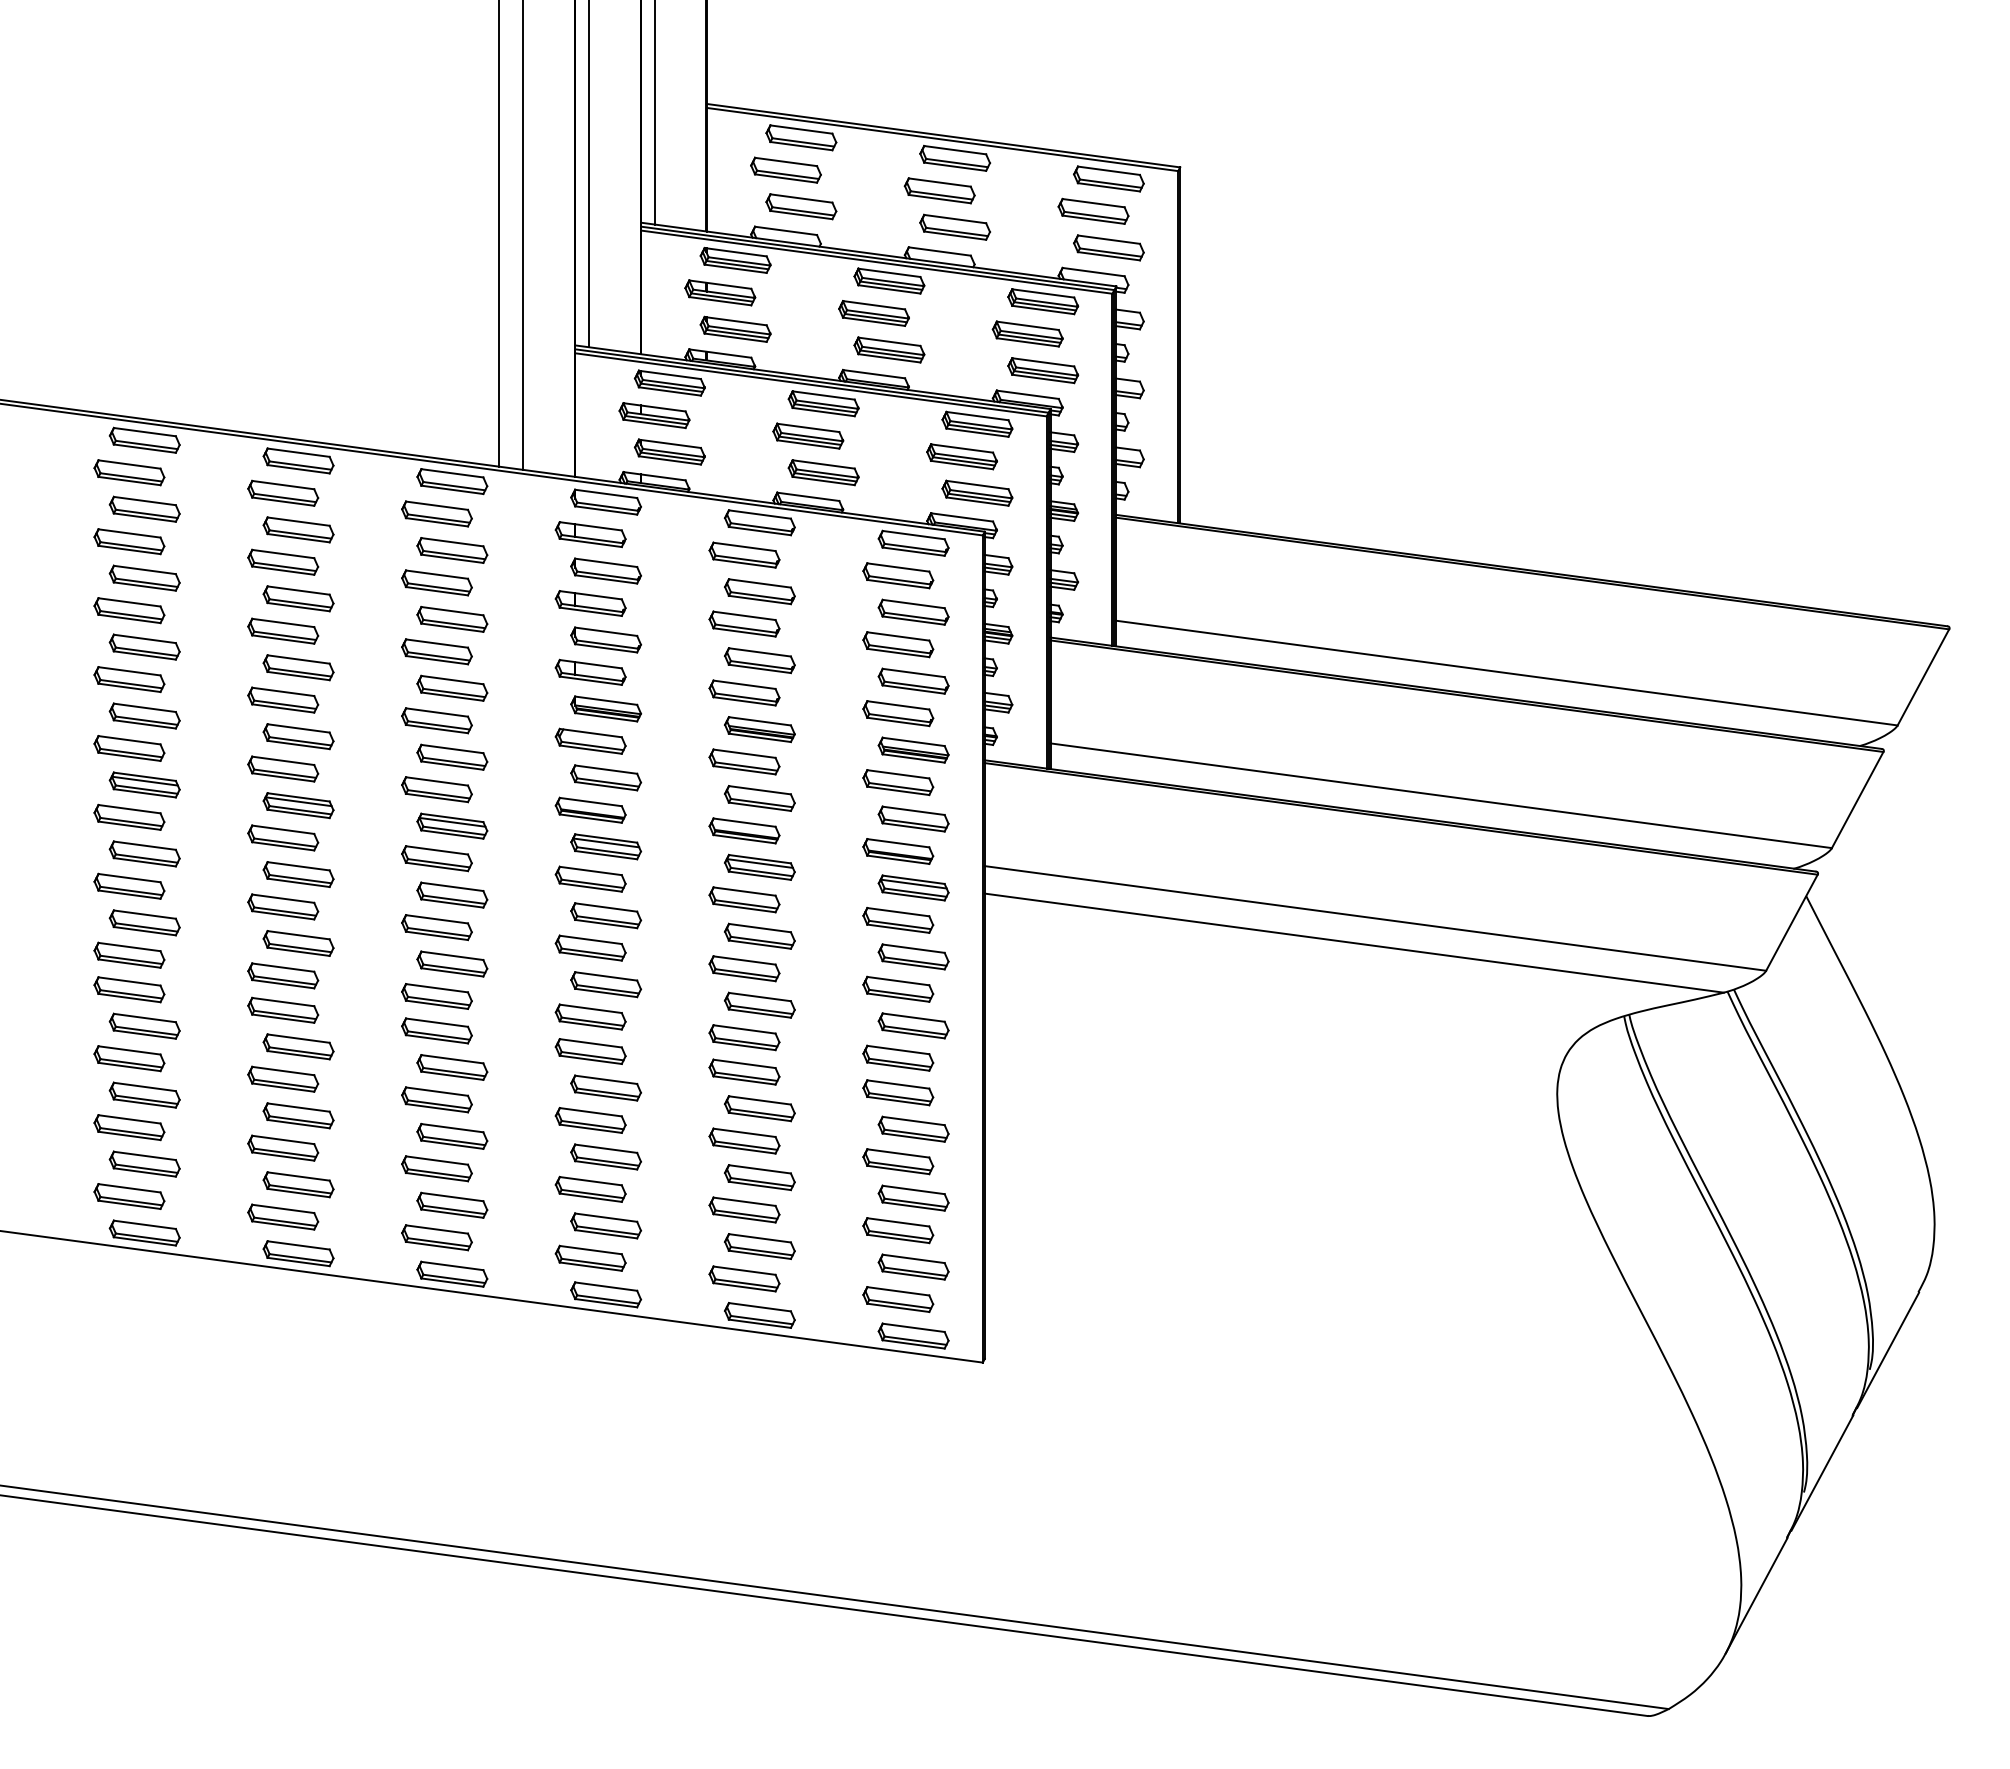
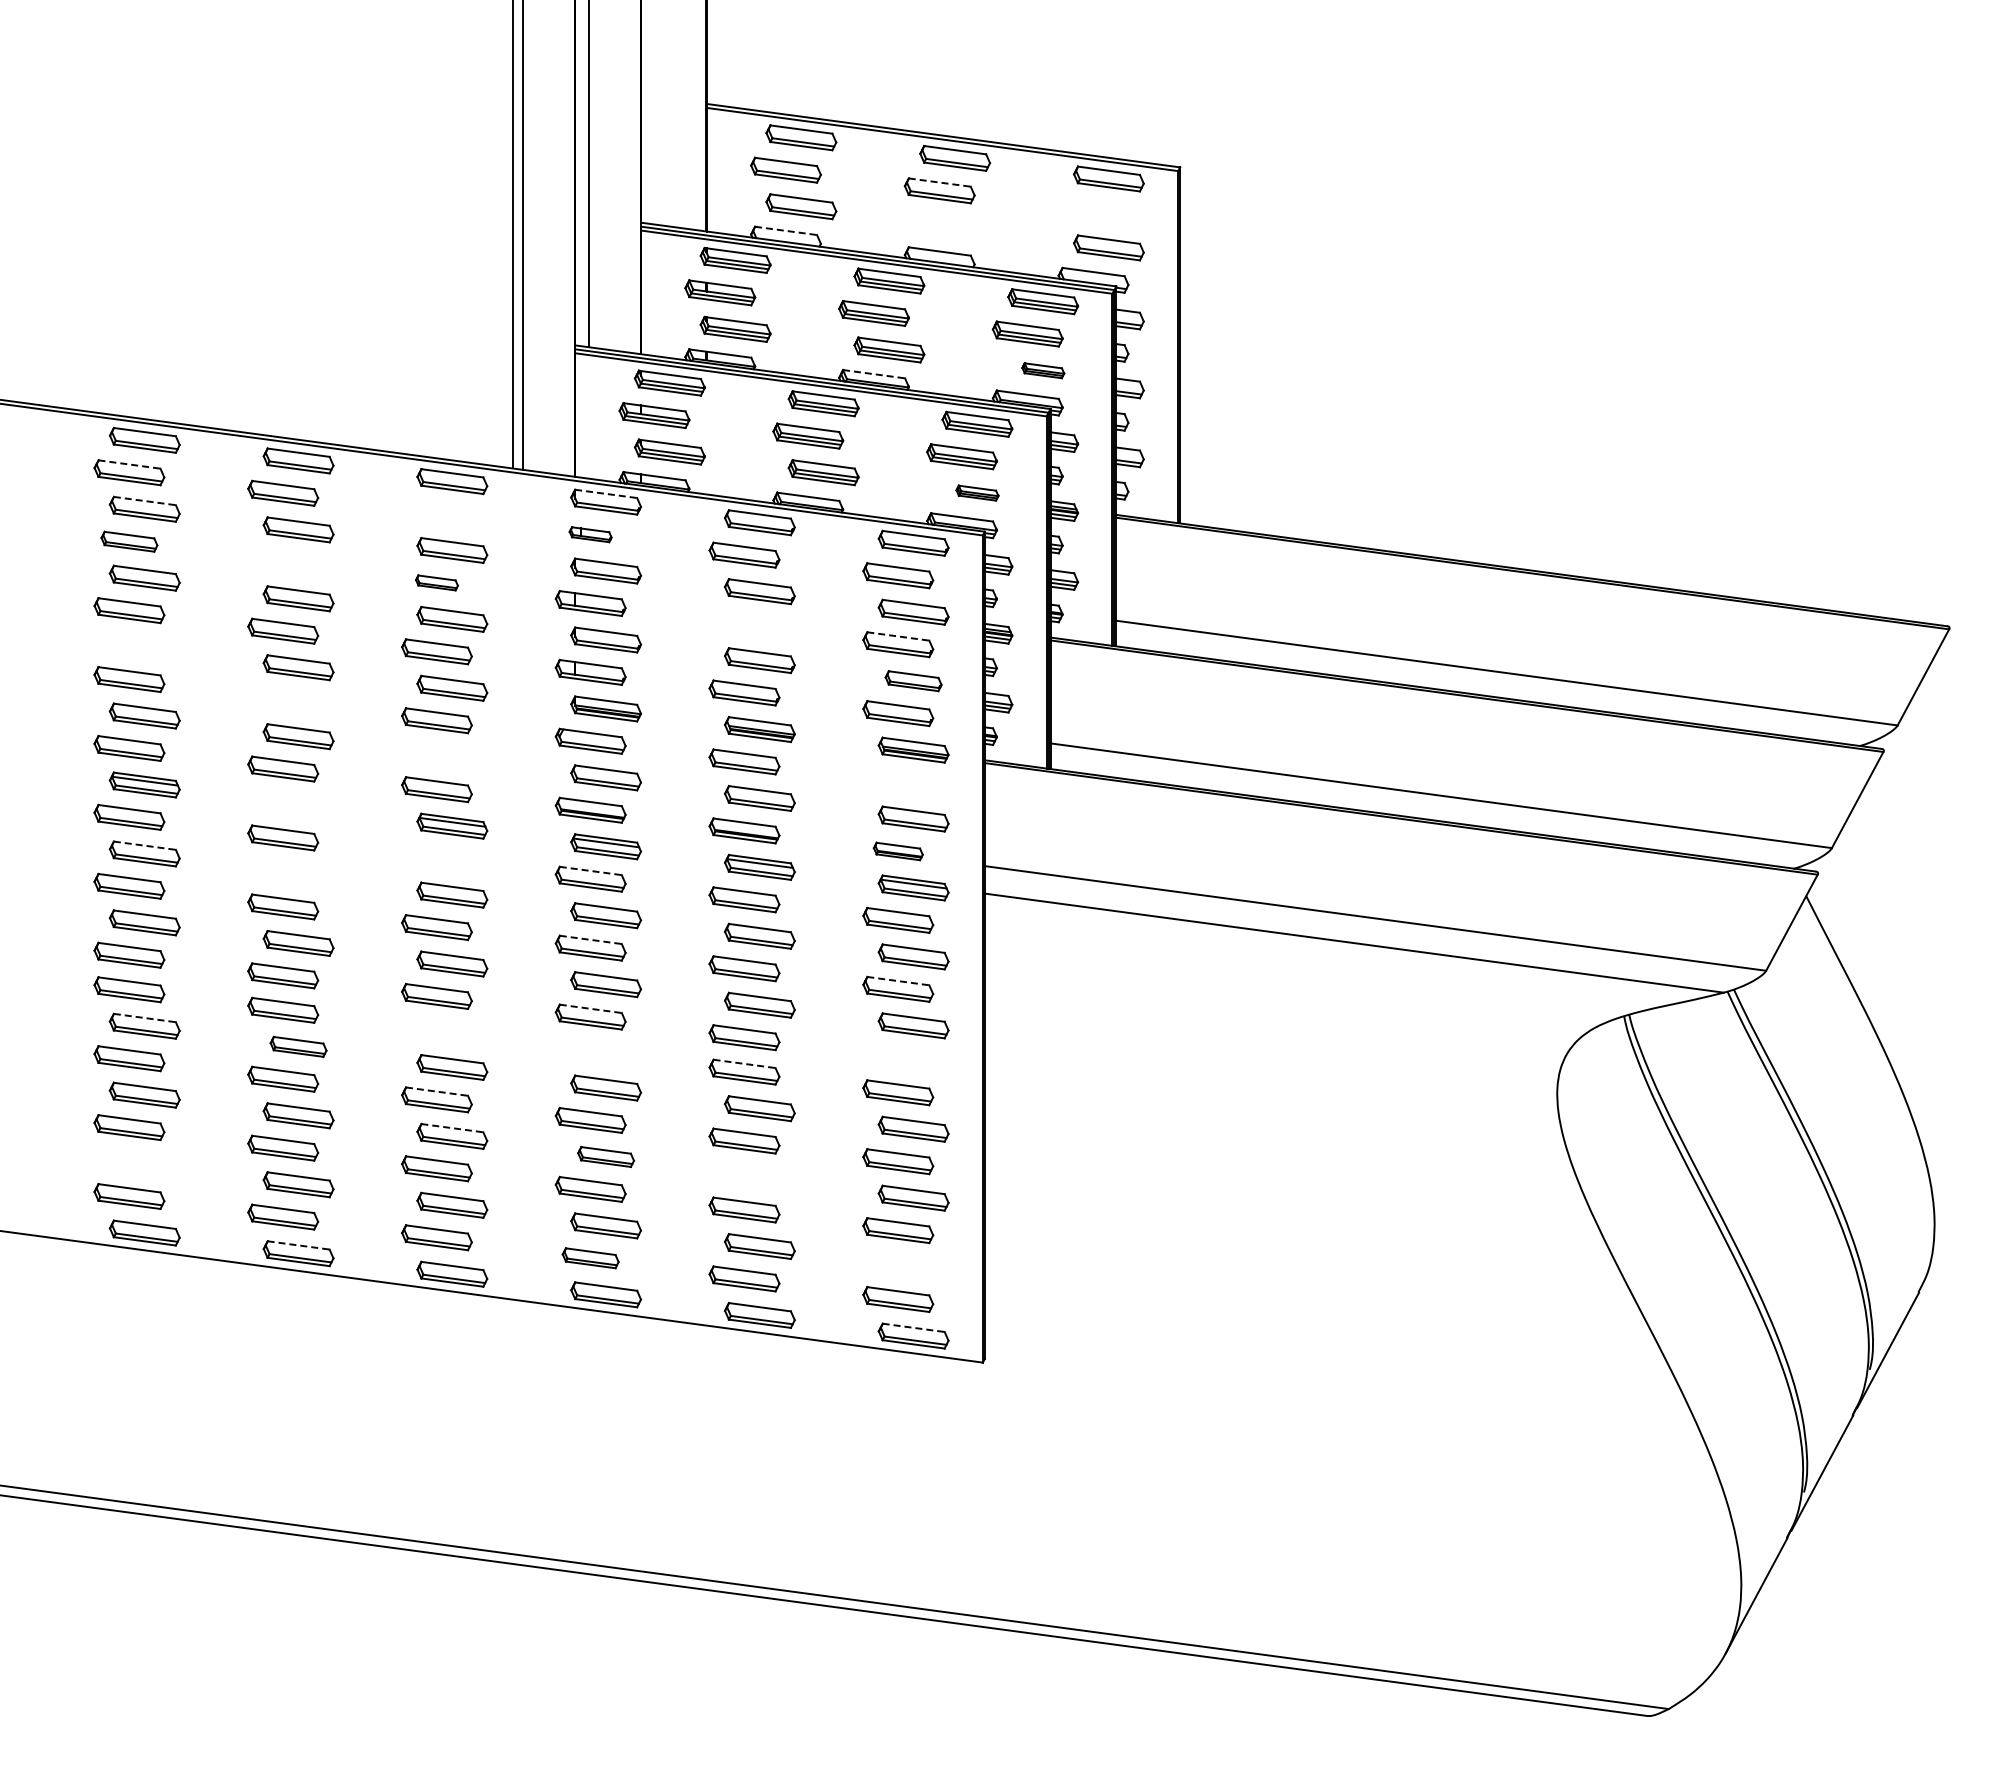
line at (654, 113): present -> none
line at (940, 182): solid -> dashed
part at (1093, 210): present -> none
part at (954, 226): present -> none
line at (786, 230): solid -> dashed
line at (498, 234) position: (498, 234) -> (512, 234)
part at (1043, 370) size: 73x28 px -> 45x18 px
line at (874, 374): solid -> dashed
line at (130, 464): solid -> dashed
part at (977, 492) size: 73x28 px -> 45x18 px
line at (606, 493): solid -> dashed
line at (145, 501): solid -> dashed
part at (436, 513): present -> none
part at (590, 534) size: 73x28 px -> 45x18 px
part at (129, 541) size: 73x28 px -> 59x23 px
part at (283, 561): present -> none
part at (436, 582) size: 72x28 px -> 44x18 px
part at (744, 623): present -> none
line at (898, 636): solid -> dashed
part at (144, 646): present -> none
part at (913, 680) size: 73x28 px -> 59x23 px
part at (283, 699): present -> none
part at (452, 756): present -> none
part at (898, 782): present -> none
part at (298, 805): present -> none
line at (145, 845): solid -> dashed
part at (898, 851) size: 73x27 px -> 52x21 px
part at (436, 858): present -> none
line at (591, 871): solid -> dashed
part at (298, 874): present -> none
line at (591, 939): solid -> dashed
line at (898, 981): solid -> dashed
line at (591, 1008): solid -> dashed
line at (145, 1018): solid -> dashed
part at (436, 1030): present -> none
part at (298, 1046) size: 73x28 px -> 59x23 px
part at (590, 1051): present -> none
part at (898, 1057): present -> none
line at (745, 1063): solid -> dashed
line at (437, 1091): solid -> dashed
line at (452, 1128): solid -> dashed
part at (605, 1156) size: 72x28 px -> 58x22 px
part at (144, 1163): present -> none
part at (759, 1177): present -> none
line at (299, 1245): solid -> dashed
part at (590, 1257) size: 73x28 px -> 59x23 px
part at (913, 1266): present -> none
line at (914, 1327): solid -> dashed
